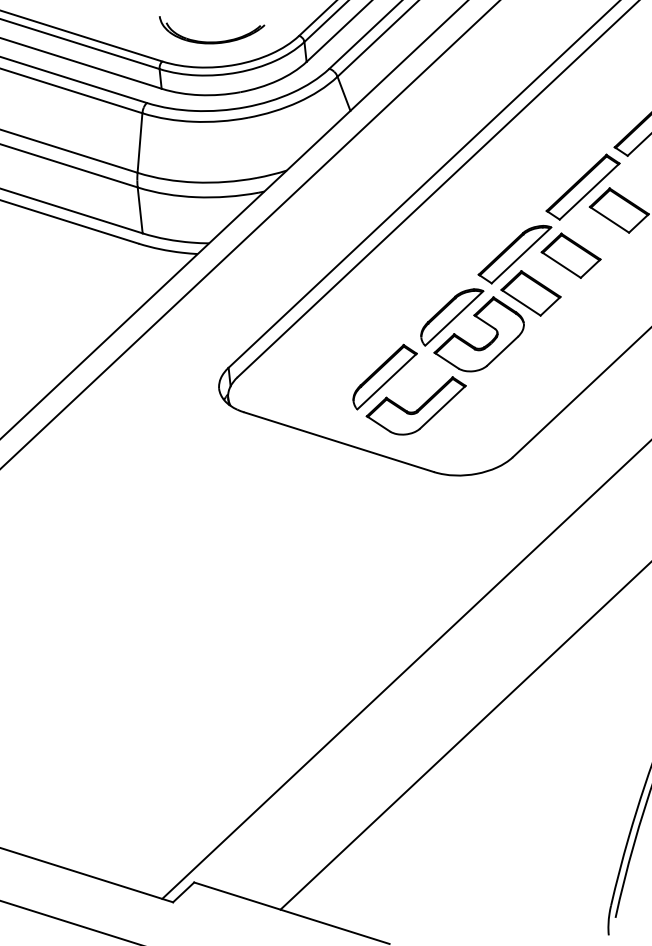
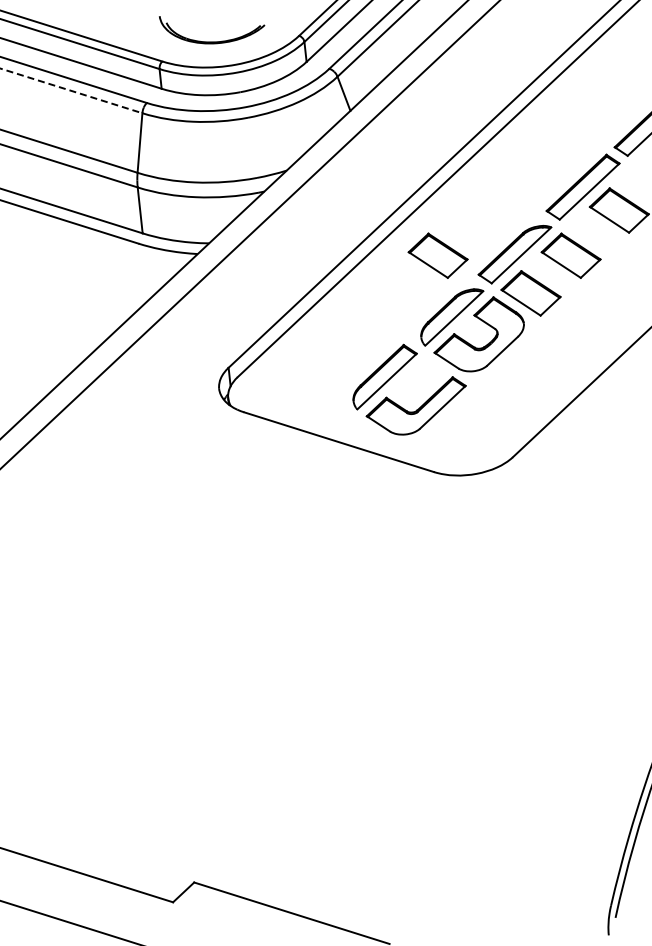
line at (71, 91): solid -> dashed
part at (437, 255): none -> present
line at (405, 670): present -> none
line at (464, 736): present -> none
